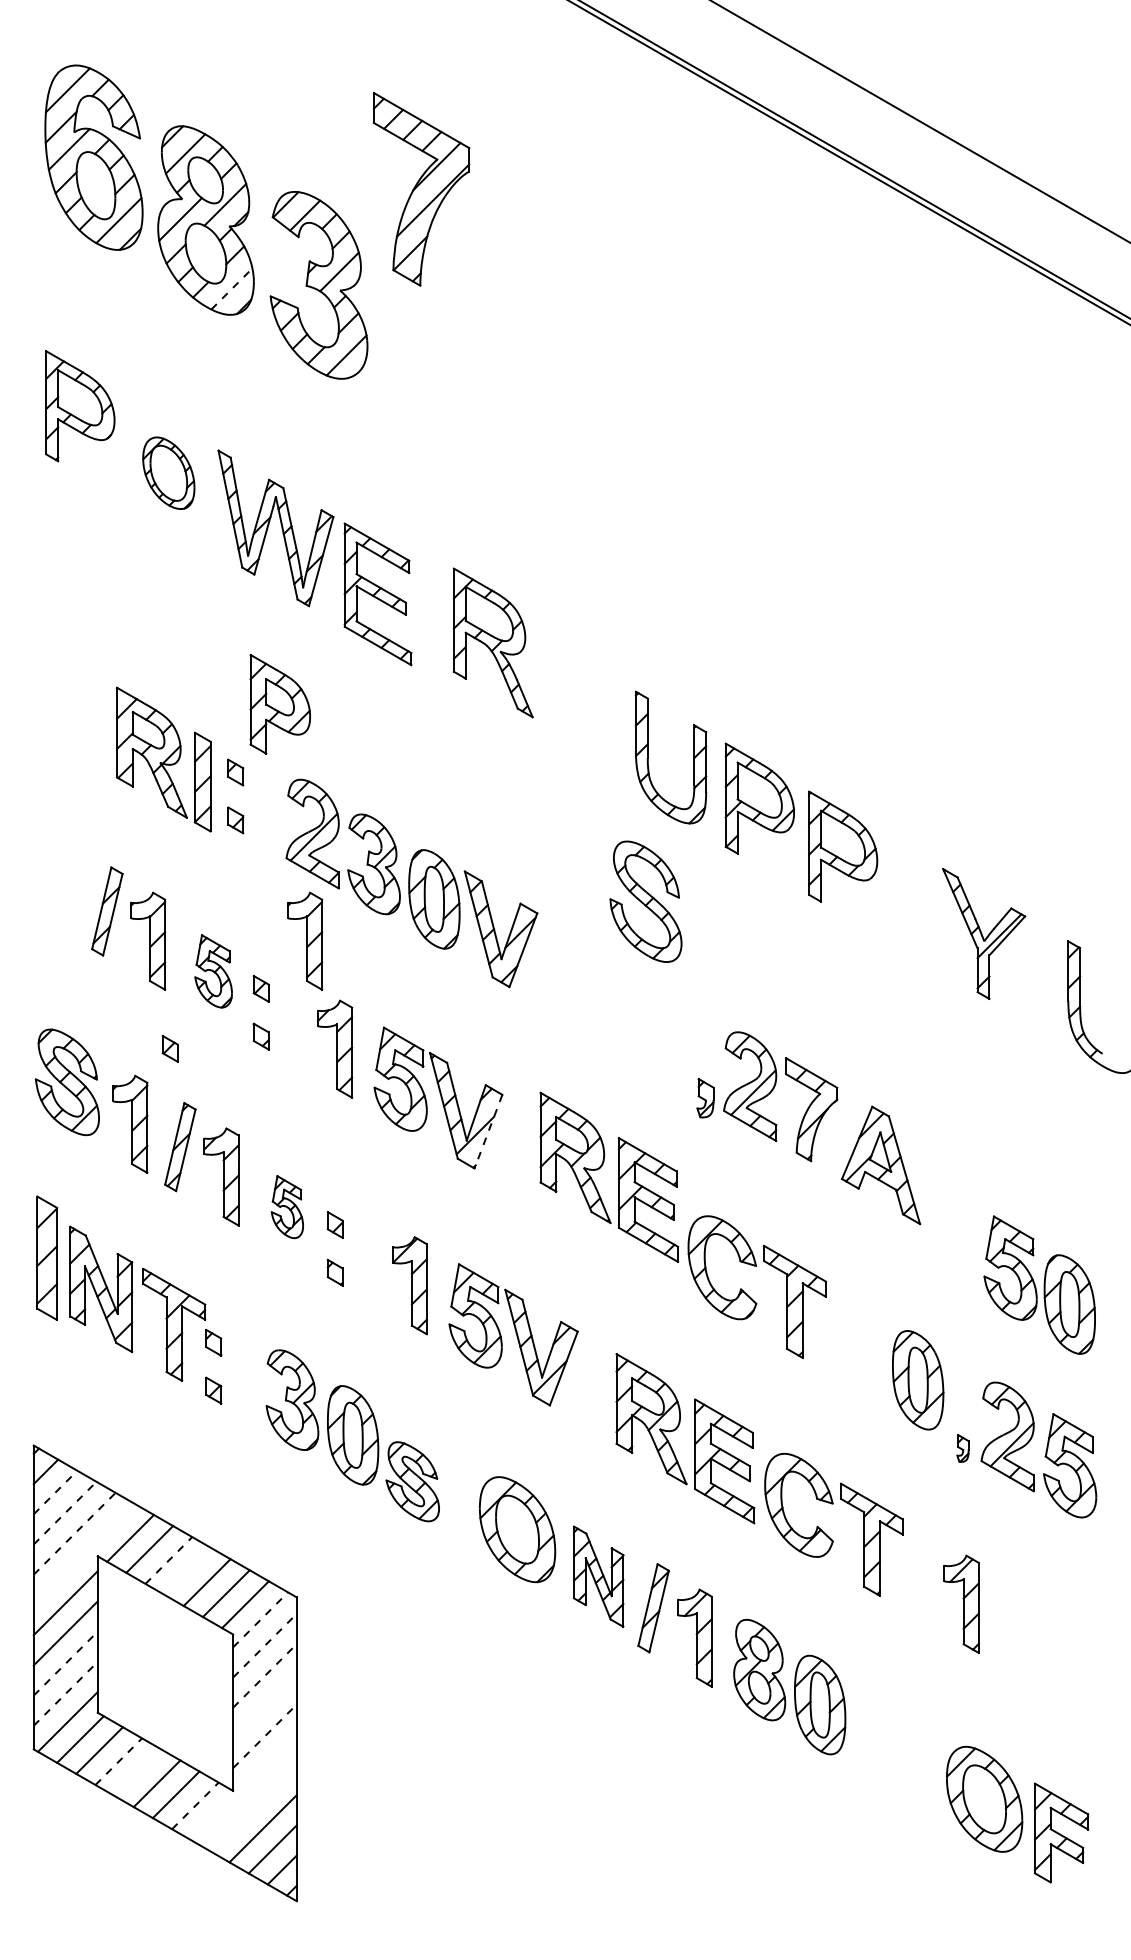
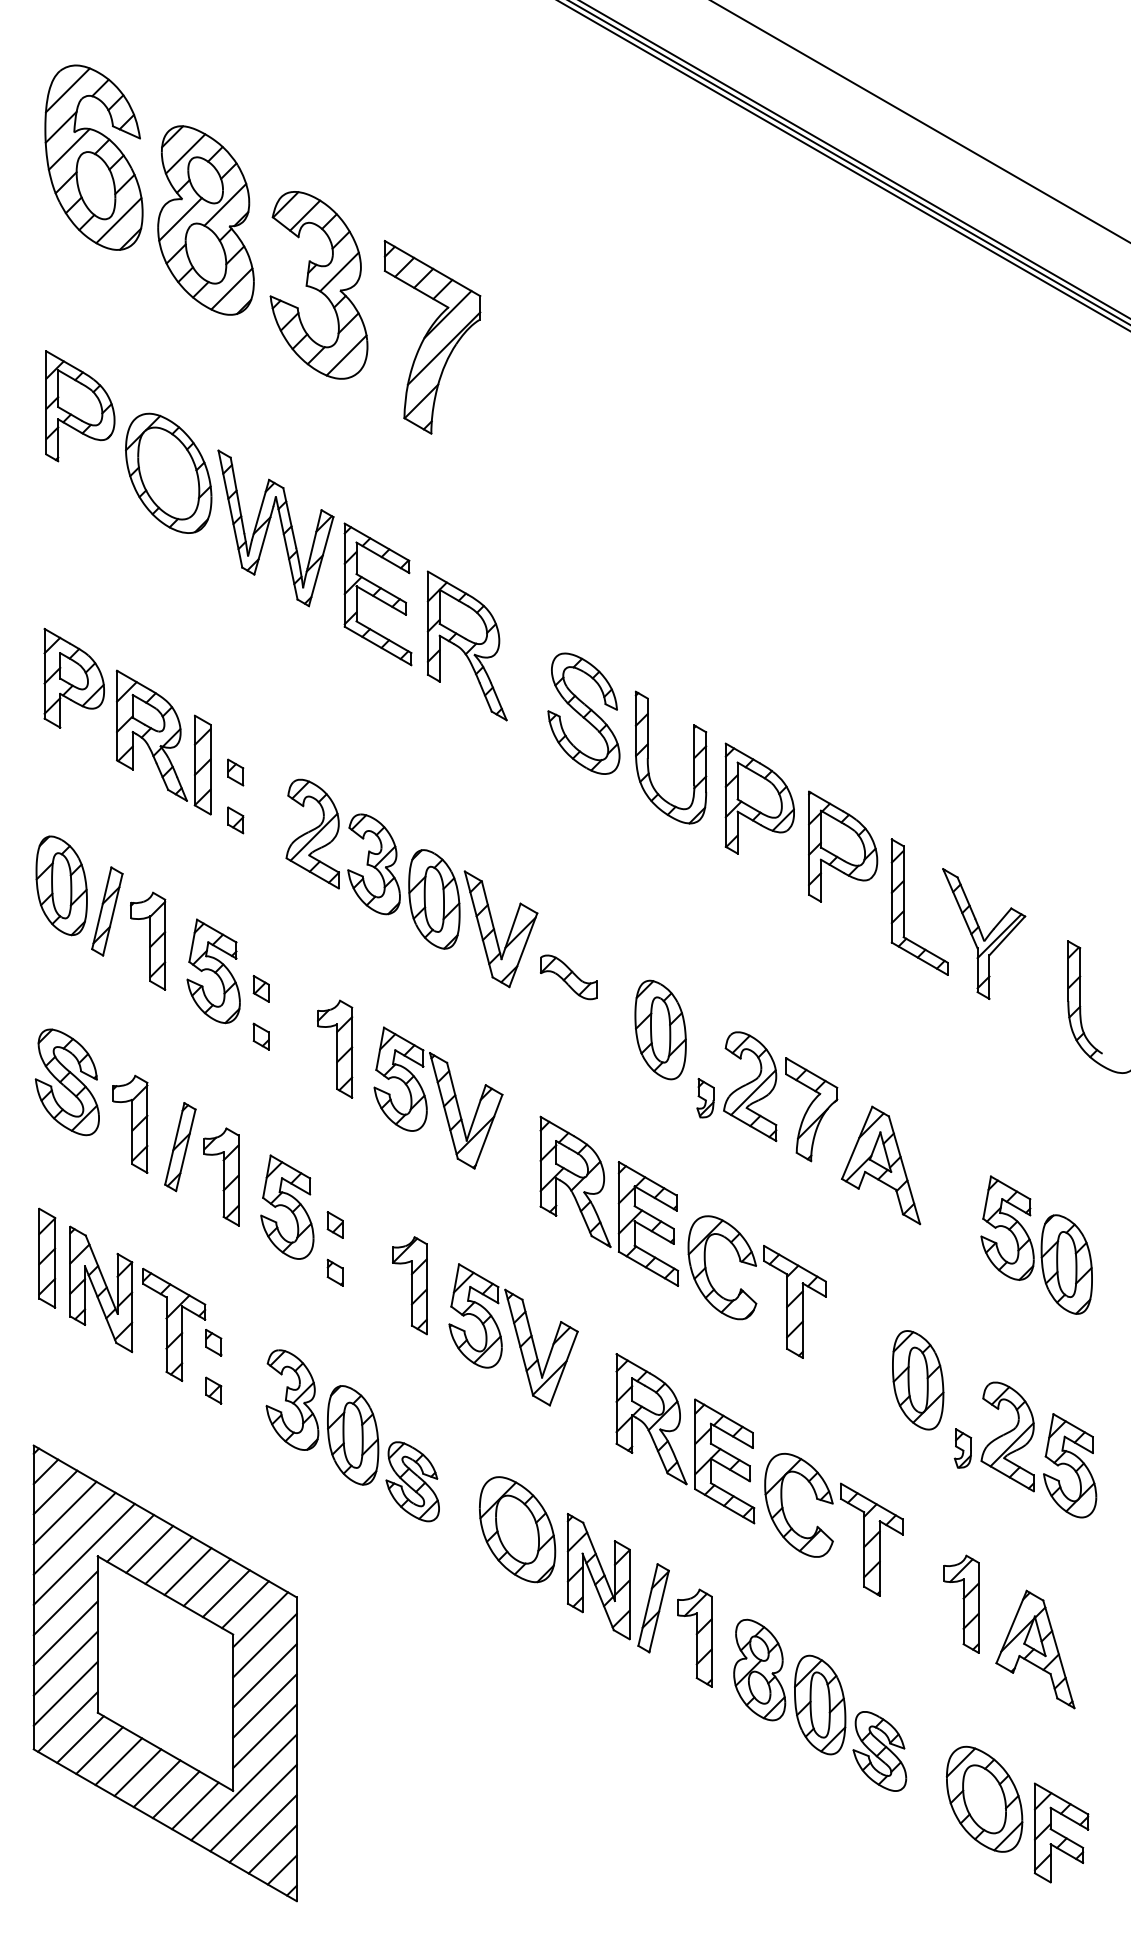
line at (843, 165): none -> present
part at (421, 189) position: (421, 189) -> (432, 337)
line at (232, 288): dashed -> solid
part at (168, 472) size: 54x74 px -> 88x122 px
part at (492, 642) position: (492, 642) -> (466, 645)
part at (279, 703) position: (279, 703) -> (73, 677)
part at (163, 759) position: (163, 759) -> (163, 742)
part at (61, 885): none -> present
part at (645, 901) position: (645, 901) -> (583, 713)
part at (904, 906): none -> present
part at (305, 940): present -> none
part at (213, 971) size: 39x75 px -> 55x107 px
part at (568, 977): none -> present
part at (660, 1029): none -> present
part at (169, 1048): present -> none
line at (488, 1132): dashed -> solid
part at (617, 1179) position: (617, 1179) -> (617, 1203)
part at (286, 1207) size: 34x65 px -> 55x106 px
part at (47, 1257) size: 23x126 px -> 19x102 px
part at (1039, 1284) position: (1039, 1284) -> (1036, 1244)
part at (962, 1448) size: 14x29 px -> 20x41 px
line at (55, 1492): dashed -> solid
line at (65, 1512): dashed -> solid
line at (74, 1533): dashed -> solid
line at (83, 1553): none -> present
line at (169, 1560): dashed -> solid
line at (187, 1571): none -> present
part at (598, 1576) size: 52x103 px -> 65x128 px
line at (260, 1619): dashed -> solid
line at (264, 1645): dashed -> solid
part at (1035, 1649): none -> present
line at (66, 1663): dashed -> solid
line at (264, 1675): dashed -> solid
line at (66, 1693): dashed -> solid
line at (264, 1705): none -> present
line at (264, 1736): dashed -> solid
part at (879, 1751): none -> present
line at (118, 1761): dashed -> solid
line at (137, 1772): none -> present
line at (243, 1787): none -> present
line at (195, 1805): dashed -> solid
line at (253, 1807): none -> present
